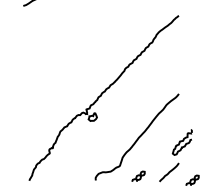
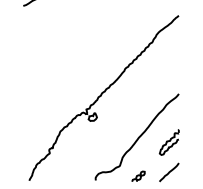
part at (181, 142) position: (181, 142) -> (168, 142)
curve at (192, 179): present -> none
